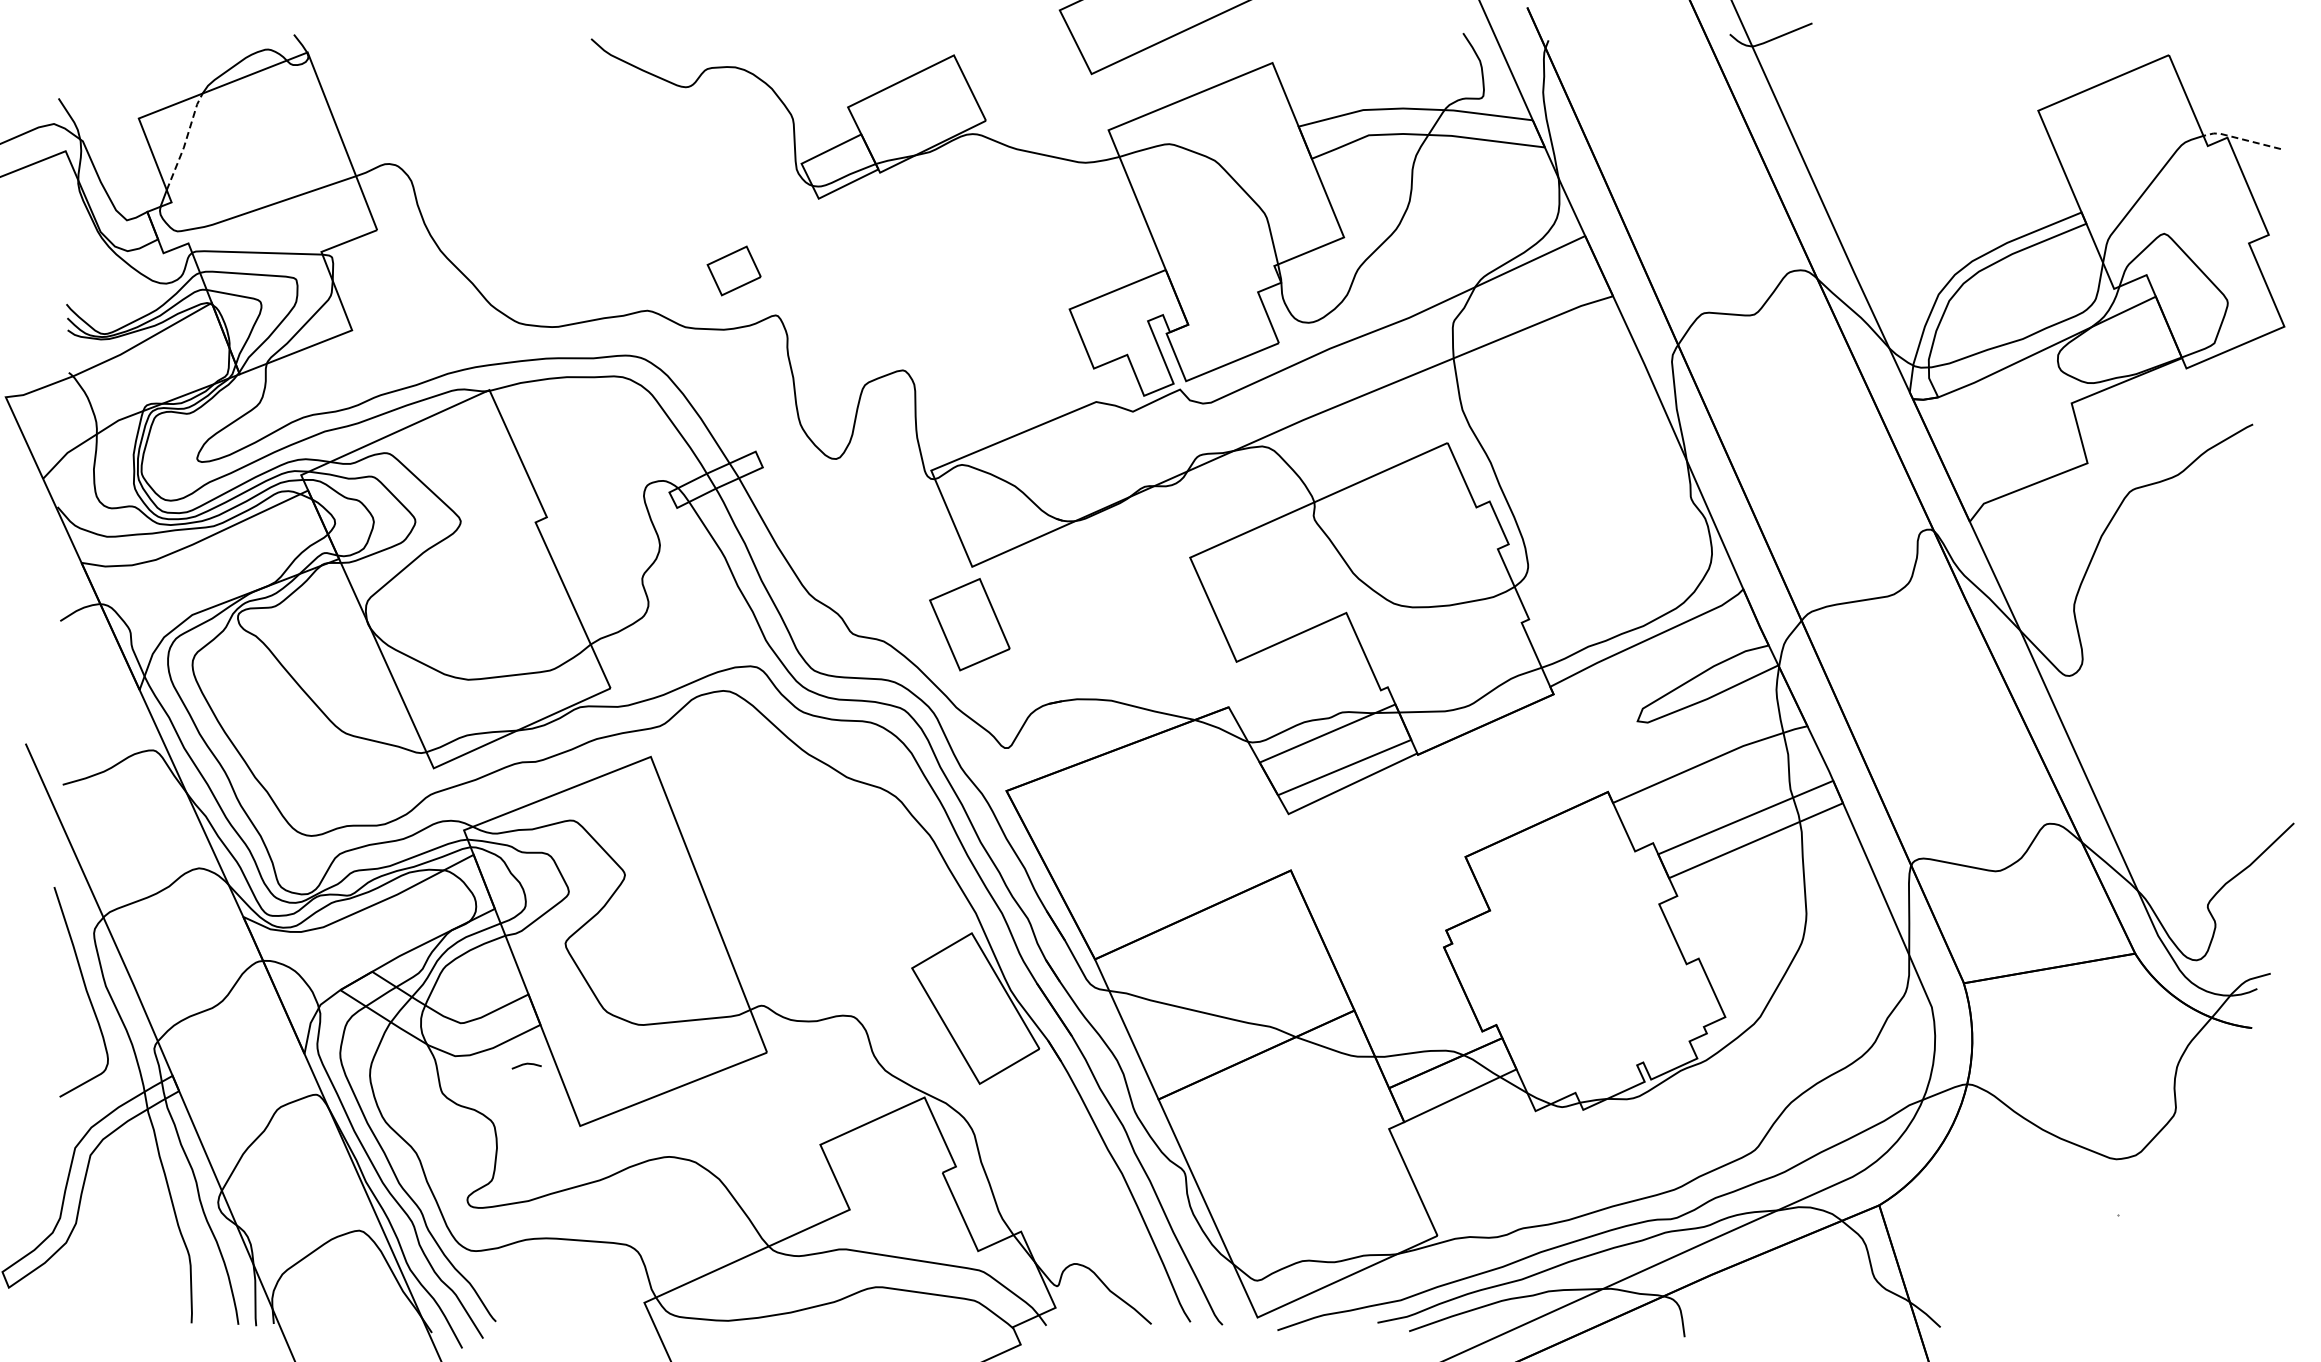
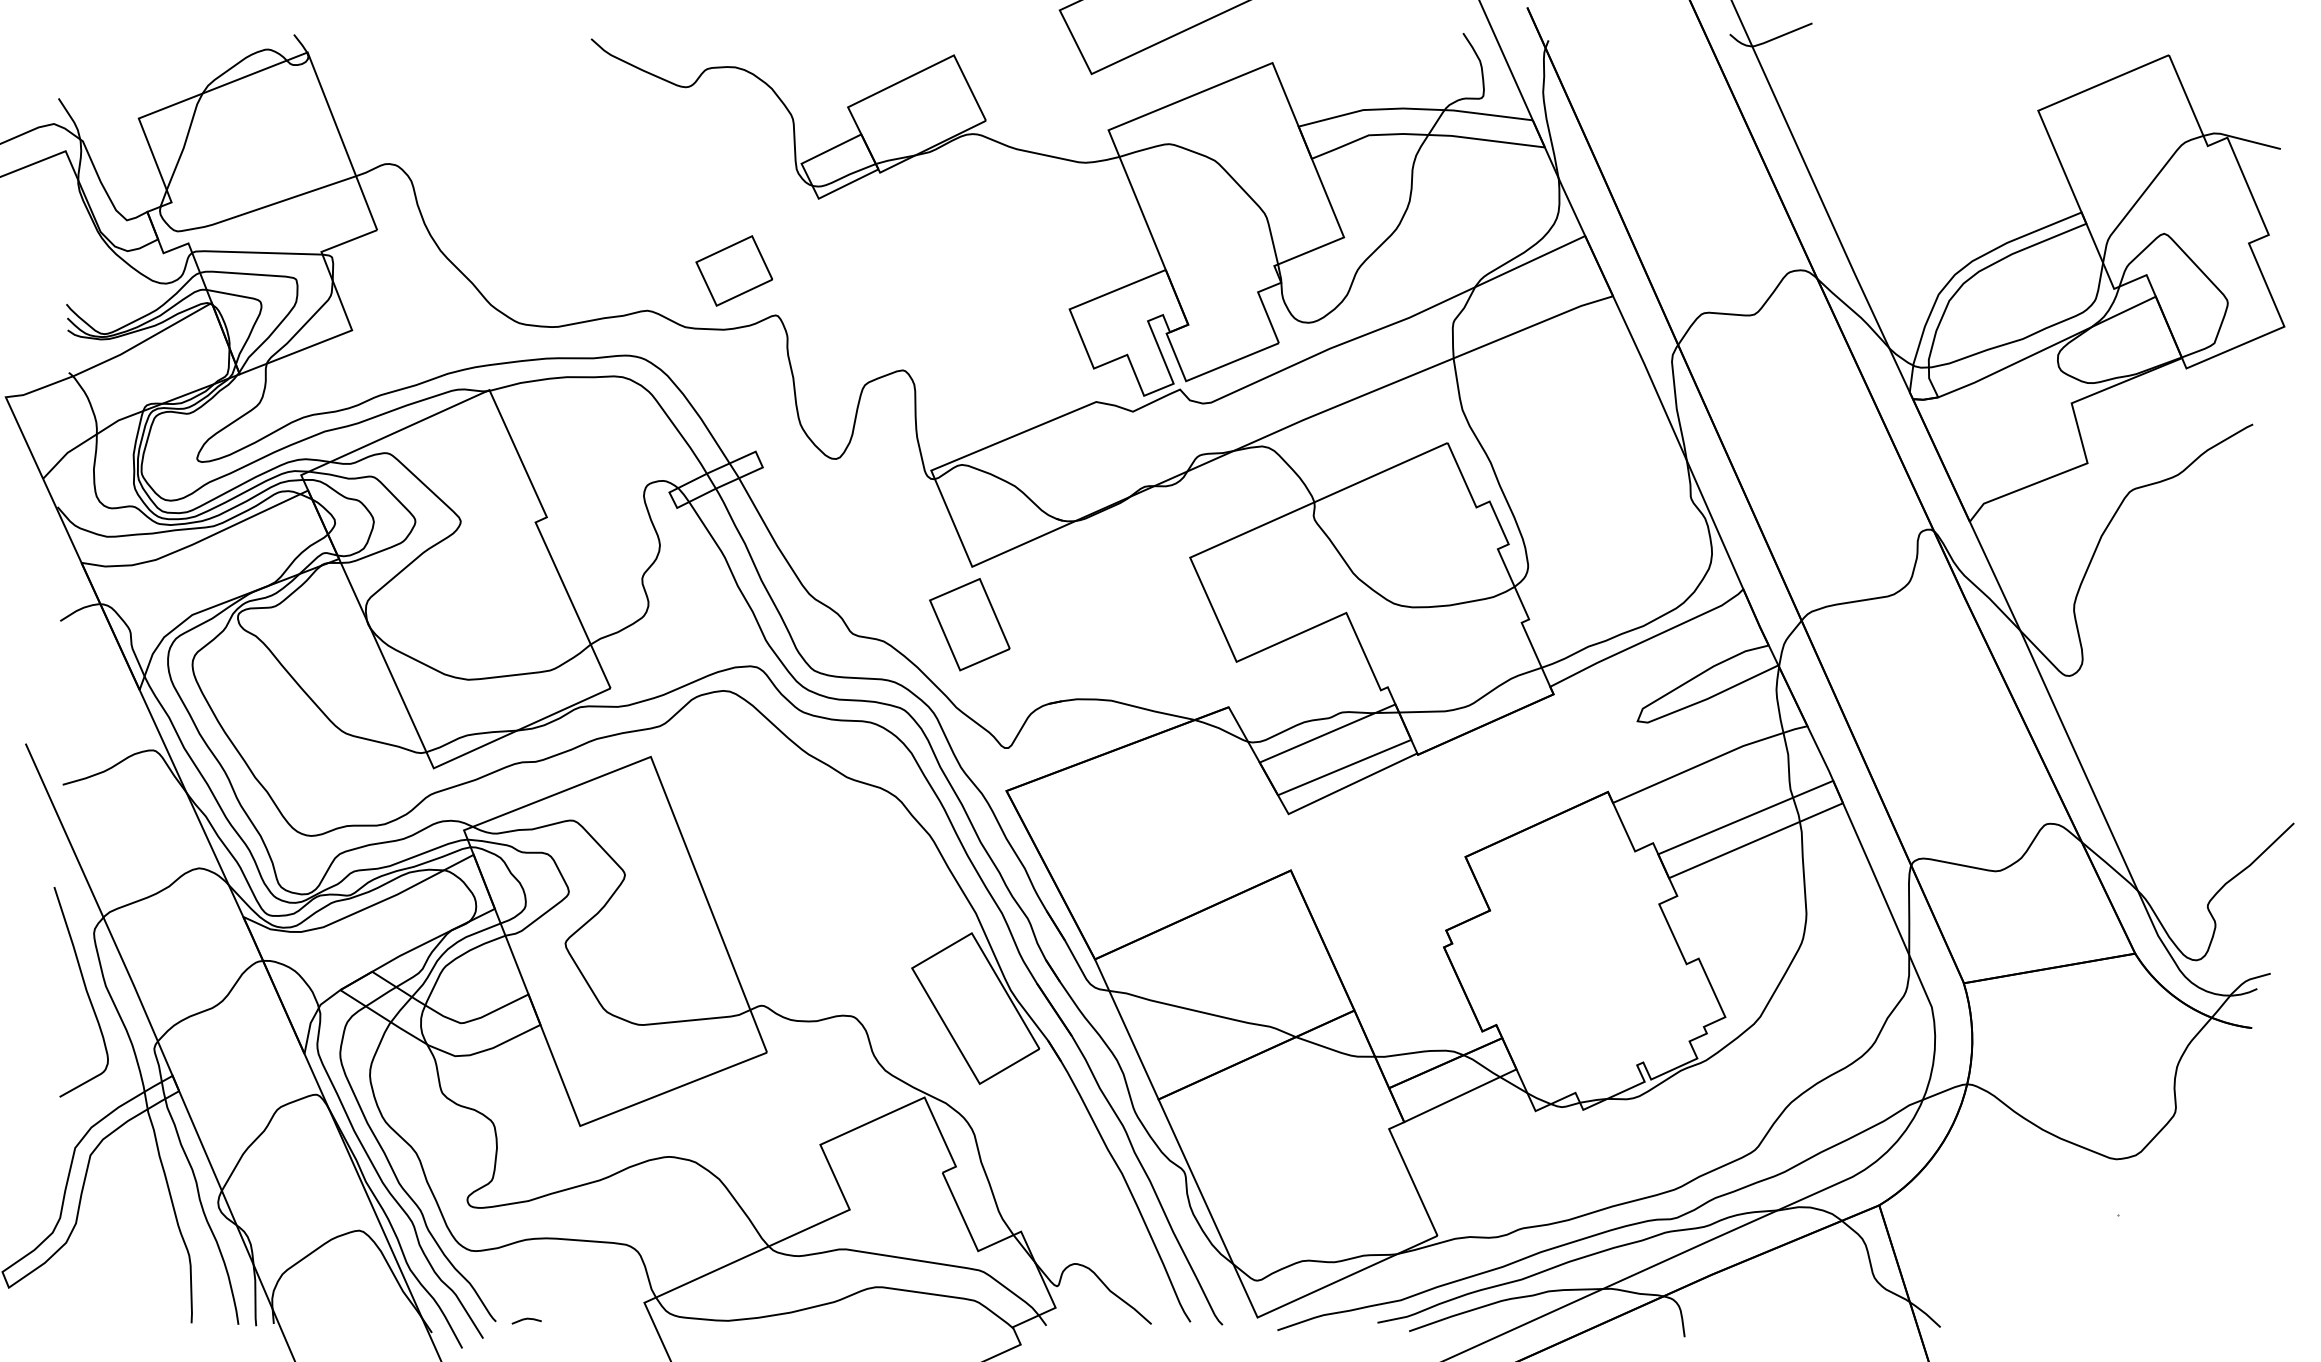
line at (2240, 138): dashed -> solid
line at (185, 141): dashed -> solid
part at (733, 270) size: 56x52 px -> 78x72 px
line at (526, 1064) position: (526, 1064) -> (526, 1319)
